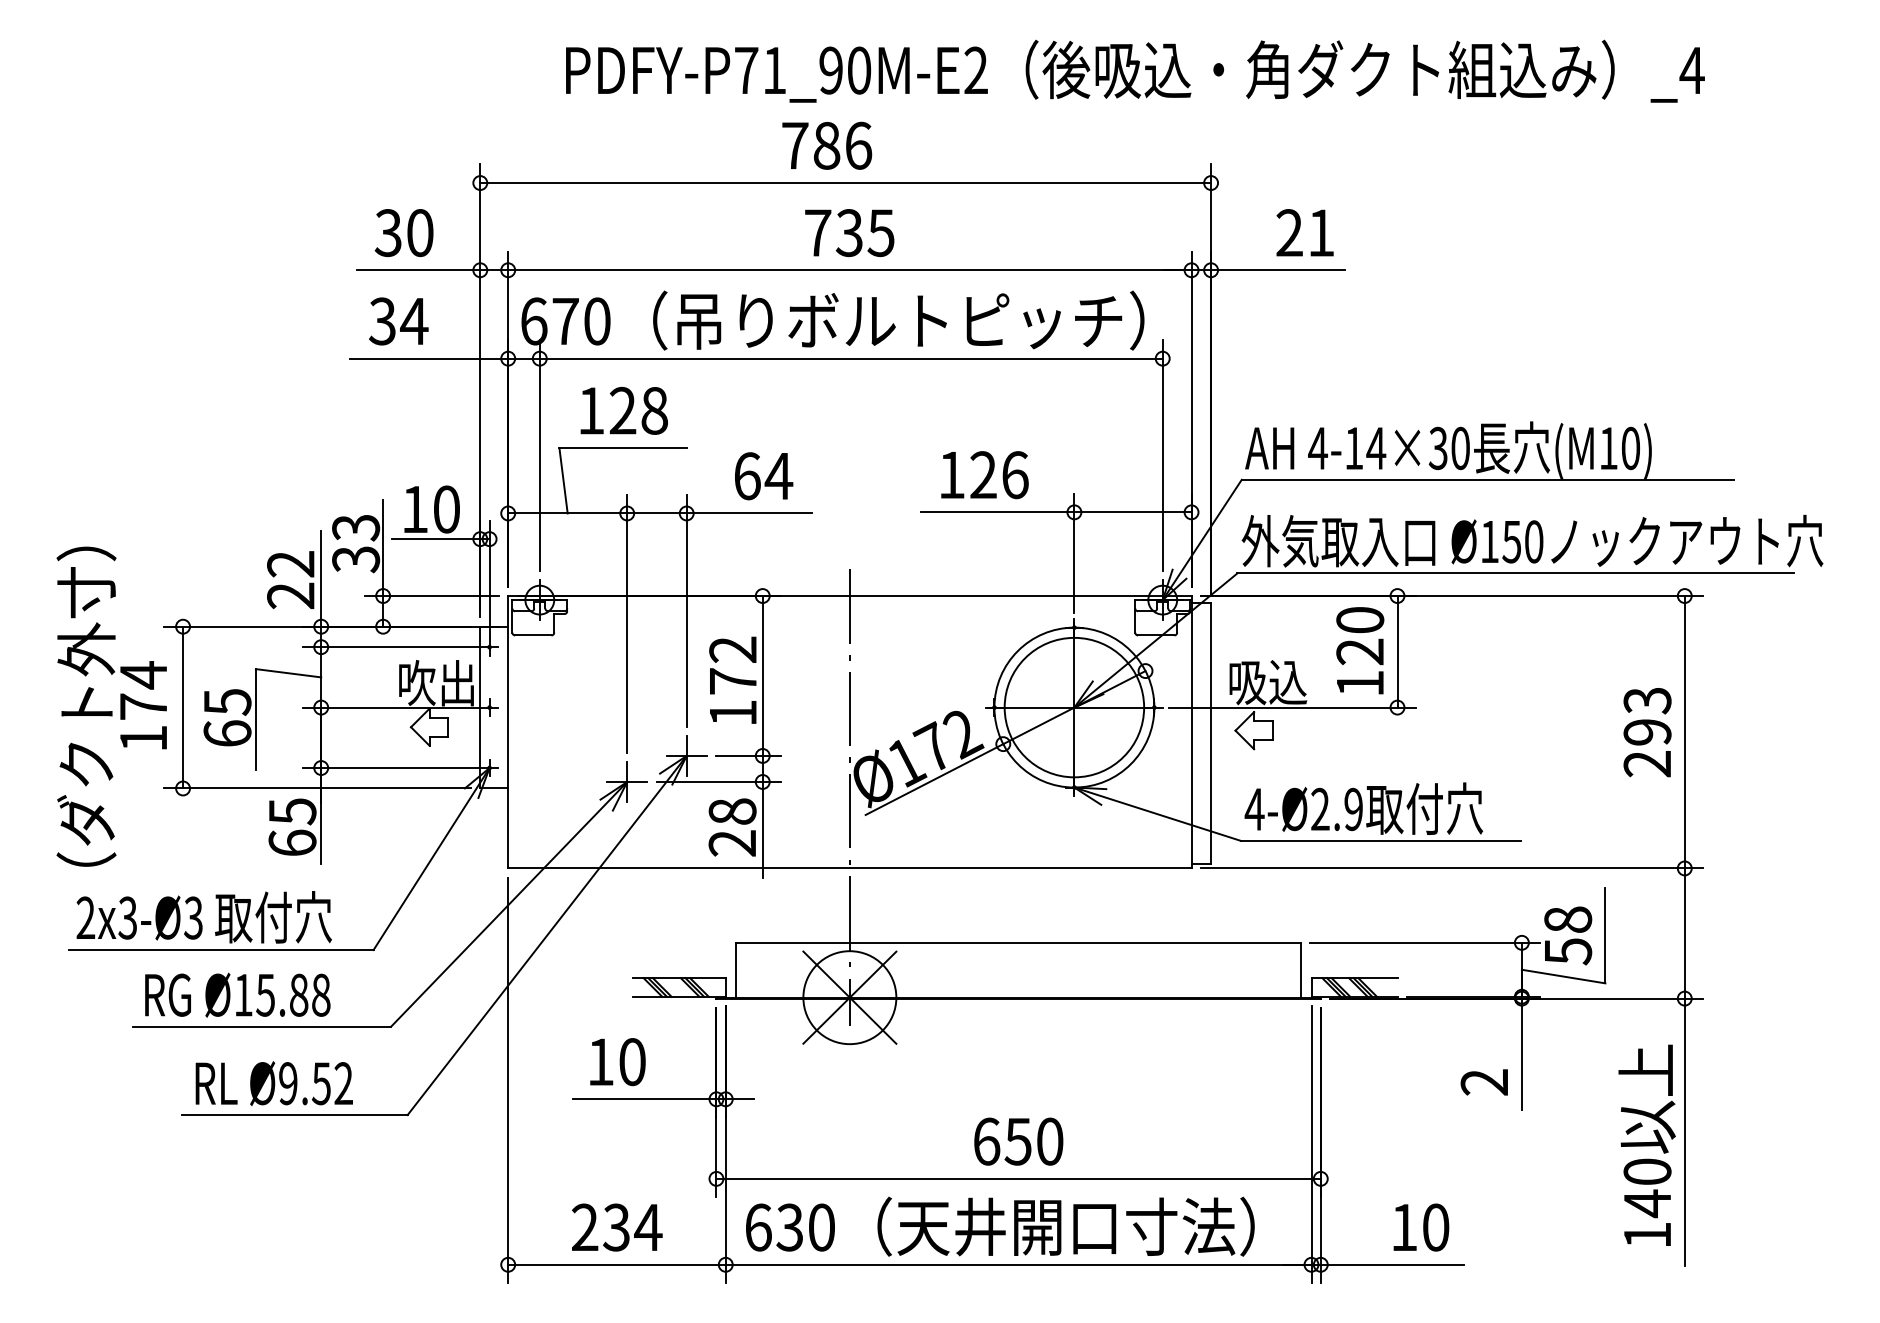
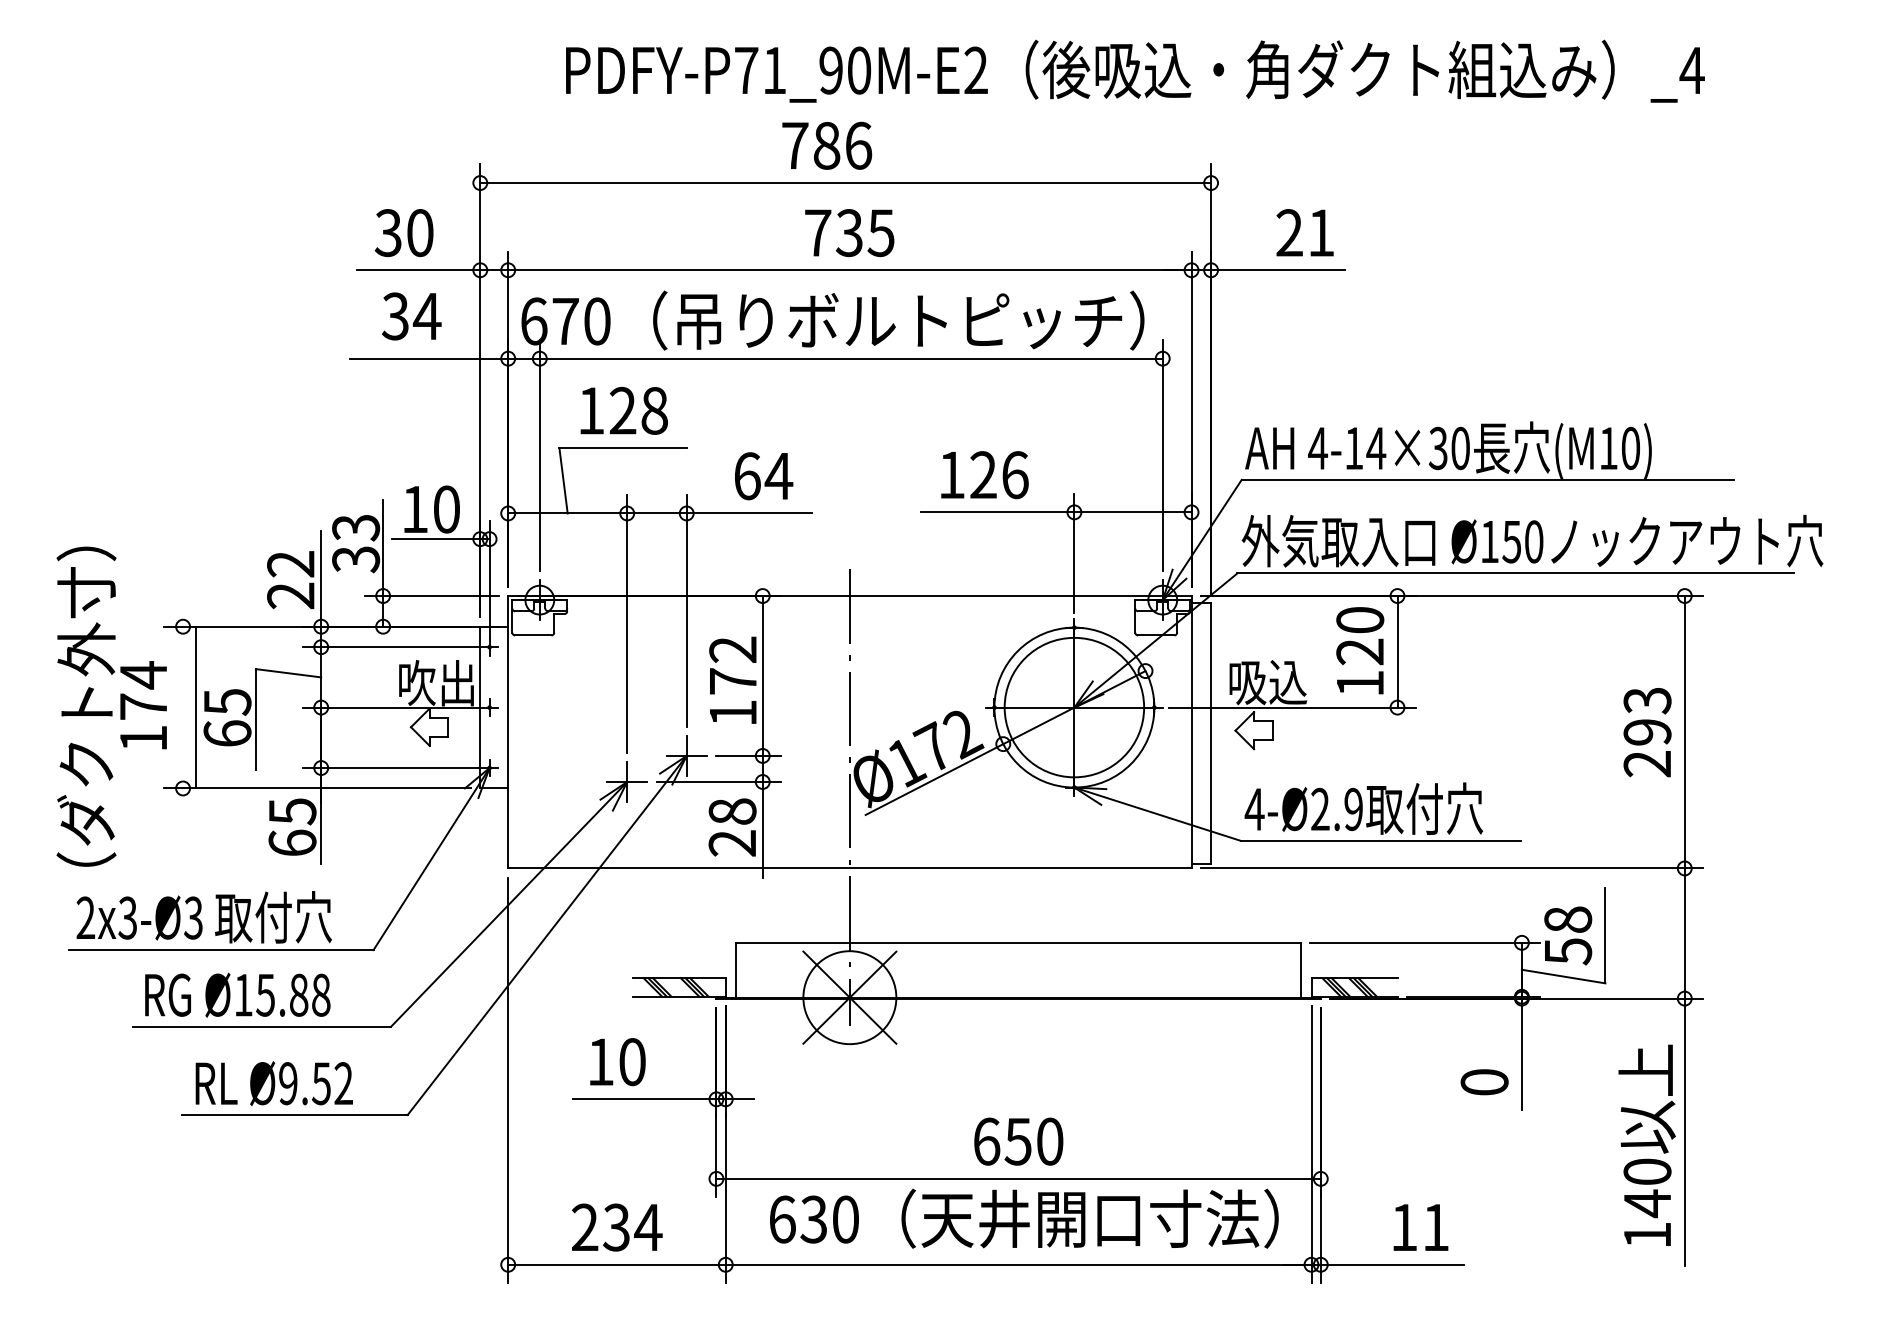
text at (398, 321) position: (398, 321) -> (411, 316)
line at (183, 707) position: (183, 707) -> (196, 707)
text at (1484, 1082): 2 -> 0
text at (1000, 1226) position: (1000, 1226) -> (1024, 1218)
text at (1436, 1227): 10 -> 11
